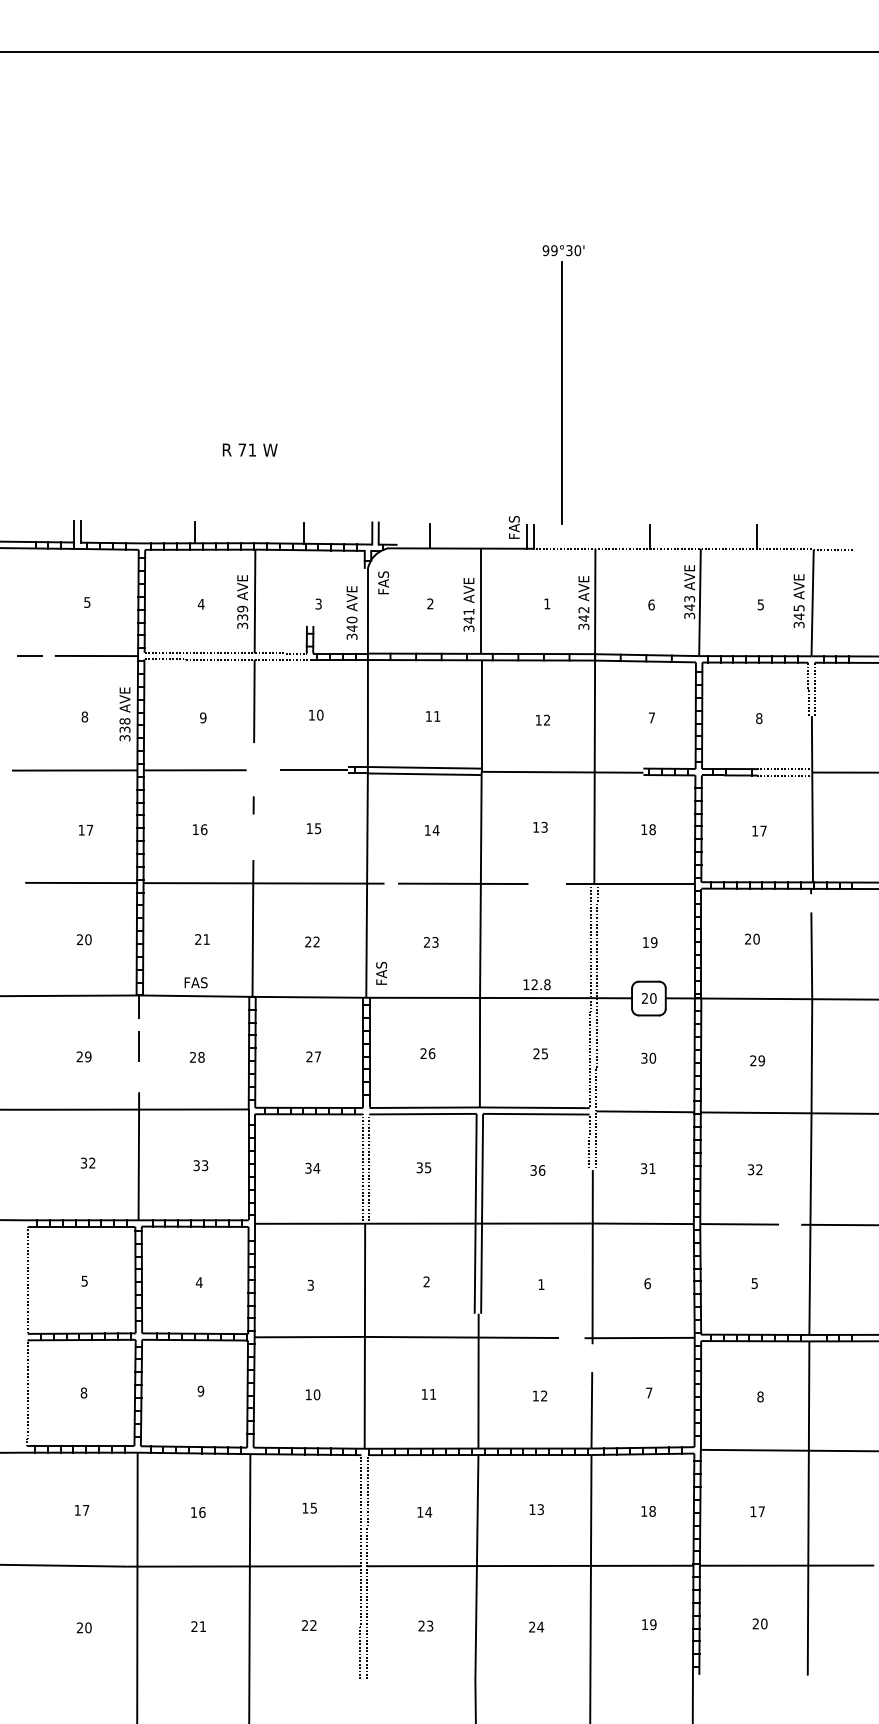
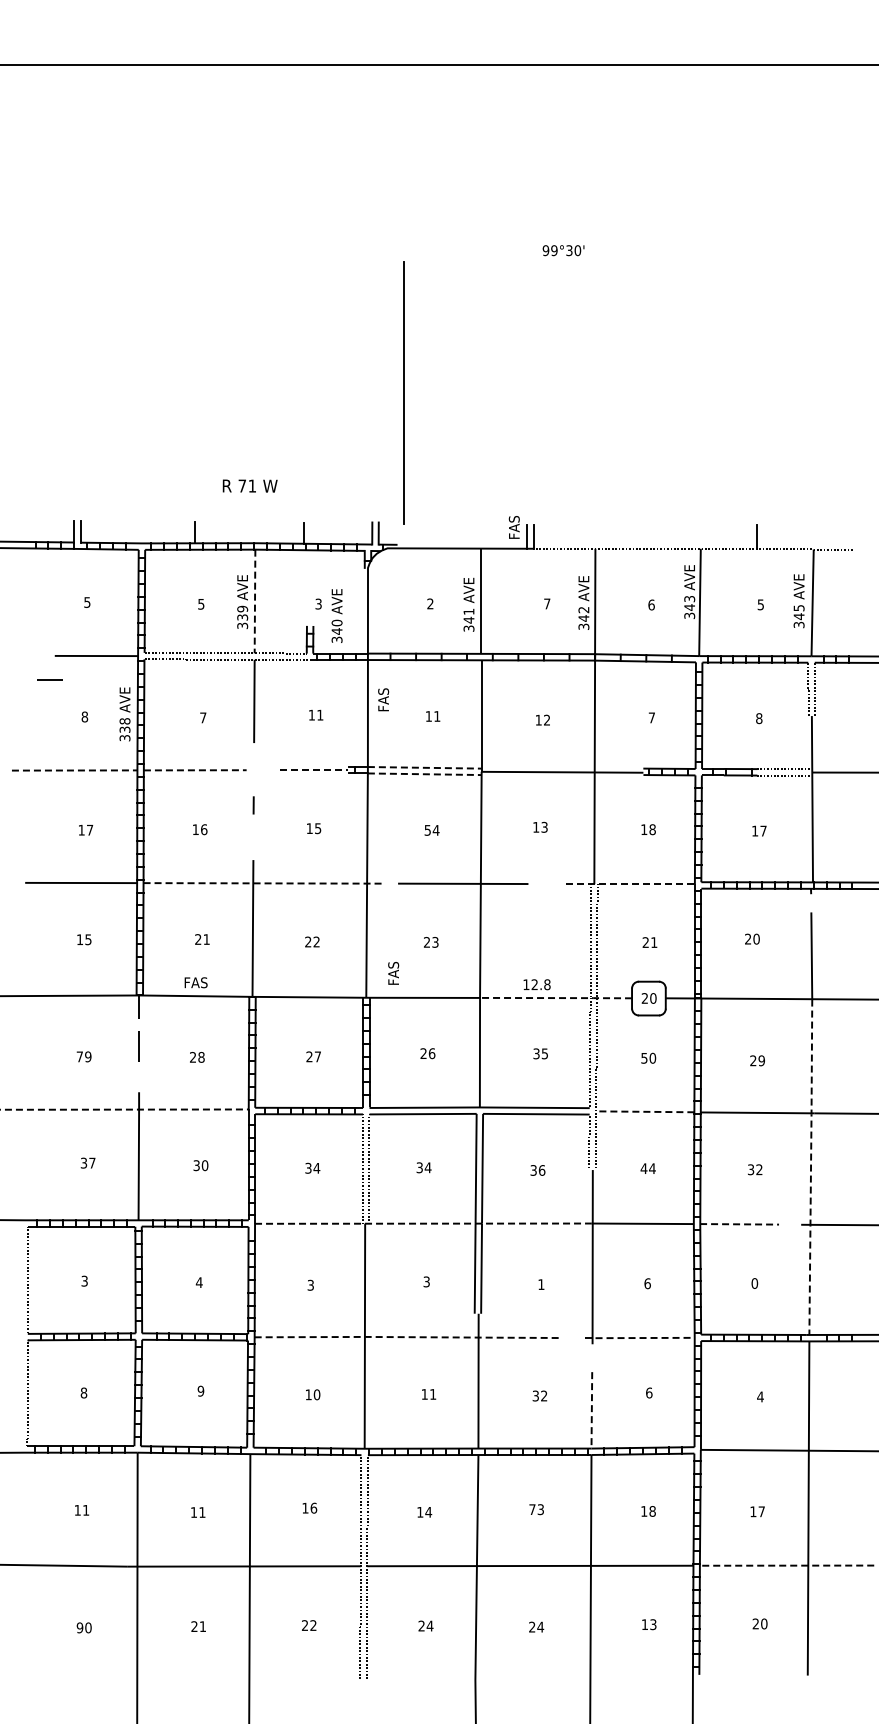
line at (438, 51) position: (438, 51) -> (438, 64)
line at (561, 392) position: (561, 392) -> (403, 392)
text at (249, 449) position: (249, 449) -> (249, 485)
line at (429, 535): present -> none
line at (650, 536): present -> none
text at (383, 582) position: (383, 582) -> (383, 699)
line at (255, 601): solid -> dashed
text at (547, 603): 1 -> 7
text at (200, 604): 4 -> 5
text at (351, 612) position: (351, 612) -> (336, 615)
line at (29, 655) position: (29, 655) -> (49, 679)
text at (320, 714): 10 -> 11
text at (203, 717): 9 -> 7
line at (424, 767): solid -> dashed
line at (74, 770): solid -> dashed
line at (195, 770): solid -> dashed
line at (314, 770): solid -> dashed
line at (424, 774): solid -> dashed
text at (427, 830): 14 -> 54
line at (264, 883): solid -> dashed
line at (630, 884): solid -> dashed
text at (83, 939): 20 -> 15
text at (649, 942): 19 -> 21
text at (381, 973) position: (381, 973) -> (393, 973)
line at (556, 998): solid -> dashed
text at (536, 1054): 25 -> 35
text at (79, 1056): 29 -> 79
text at (644, 1057): 30 -> 50
line at (124, 1109): solid -> dashed
line at (644, 1111): solid -> dashed
text at (92, 1162): 32 -> 37
text at (204, 1165): 33 -> 30
text at (427, 1167): 35 -> 34
line at (811, 1167): solid -> dashed
text at (647, 1168): 31 -> 44
line at (423, 1223): solid -> dashed
line at (740, 1224): solid -> dashed
text at (84, 1280): 5 -> 3
text at (426, 1282): 2 -> 3
text at (754, 1283): 5 -> 0
line at (406, 1337): solid -> dashed
line at (639, 1338): solid -> dashed
text at (649, 1392): 7 -> 6
text at (535, 1395): 12 -> 32
text at (760, 1396): 8 -> 4
line at (591, 1410): solid -> dashed
text at (313, 1507): 15 -> 16
text at (532, 1509): 13 -> 73
text at (86, 1510): 17 -> 11
text at (202, 1512): 16 -> 11
line at (786, 1565): solid -> dashed
text at (653, 1624): 19 -> 13
text at (429, 1625): 23 -> 24
text at (79, 1627): 20 -> 90
